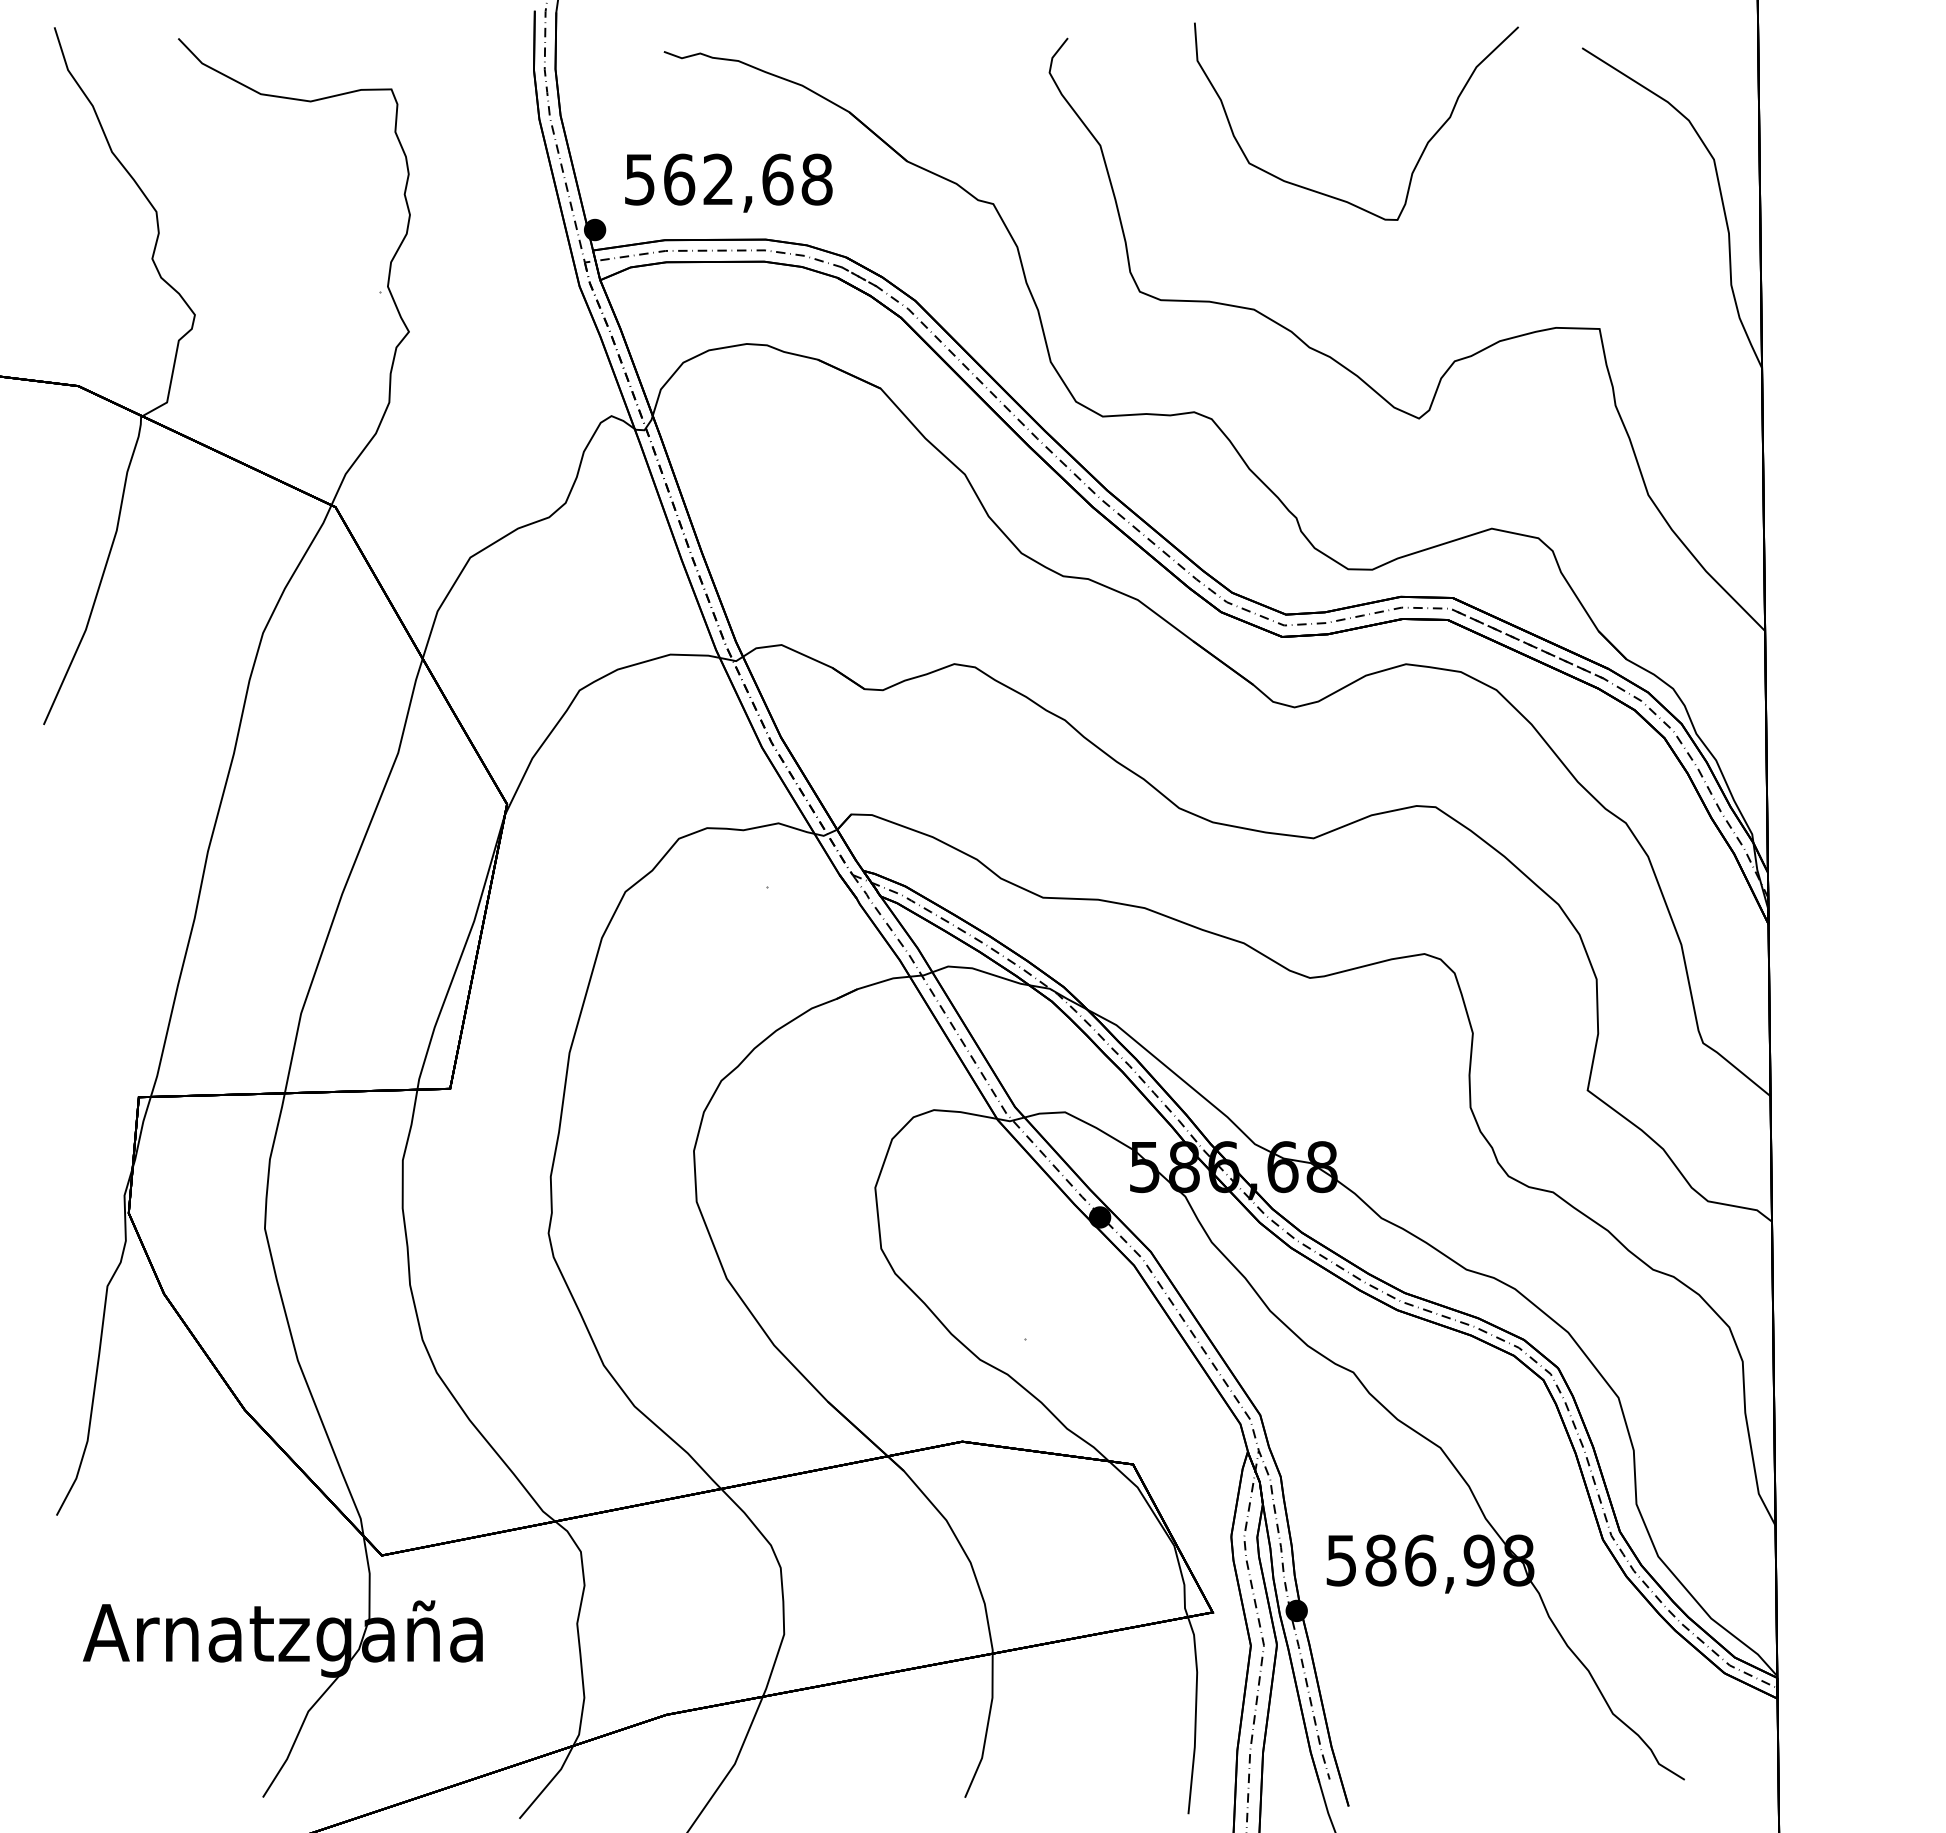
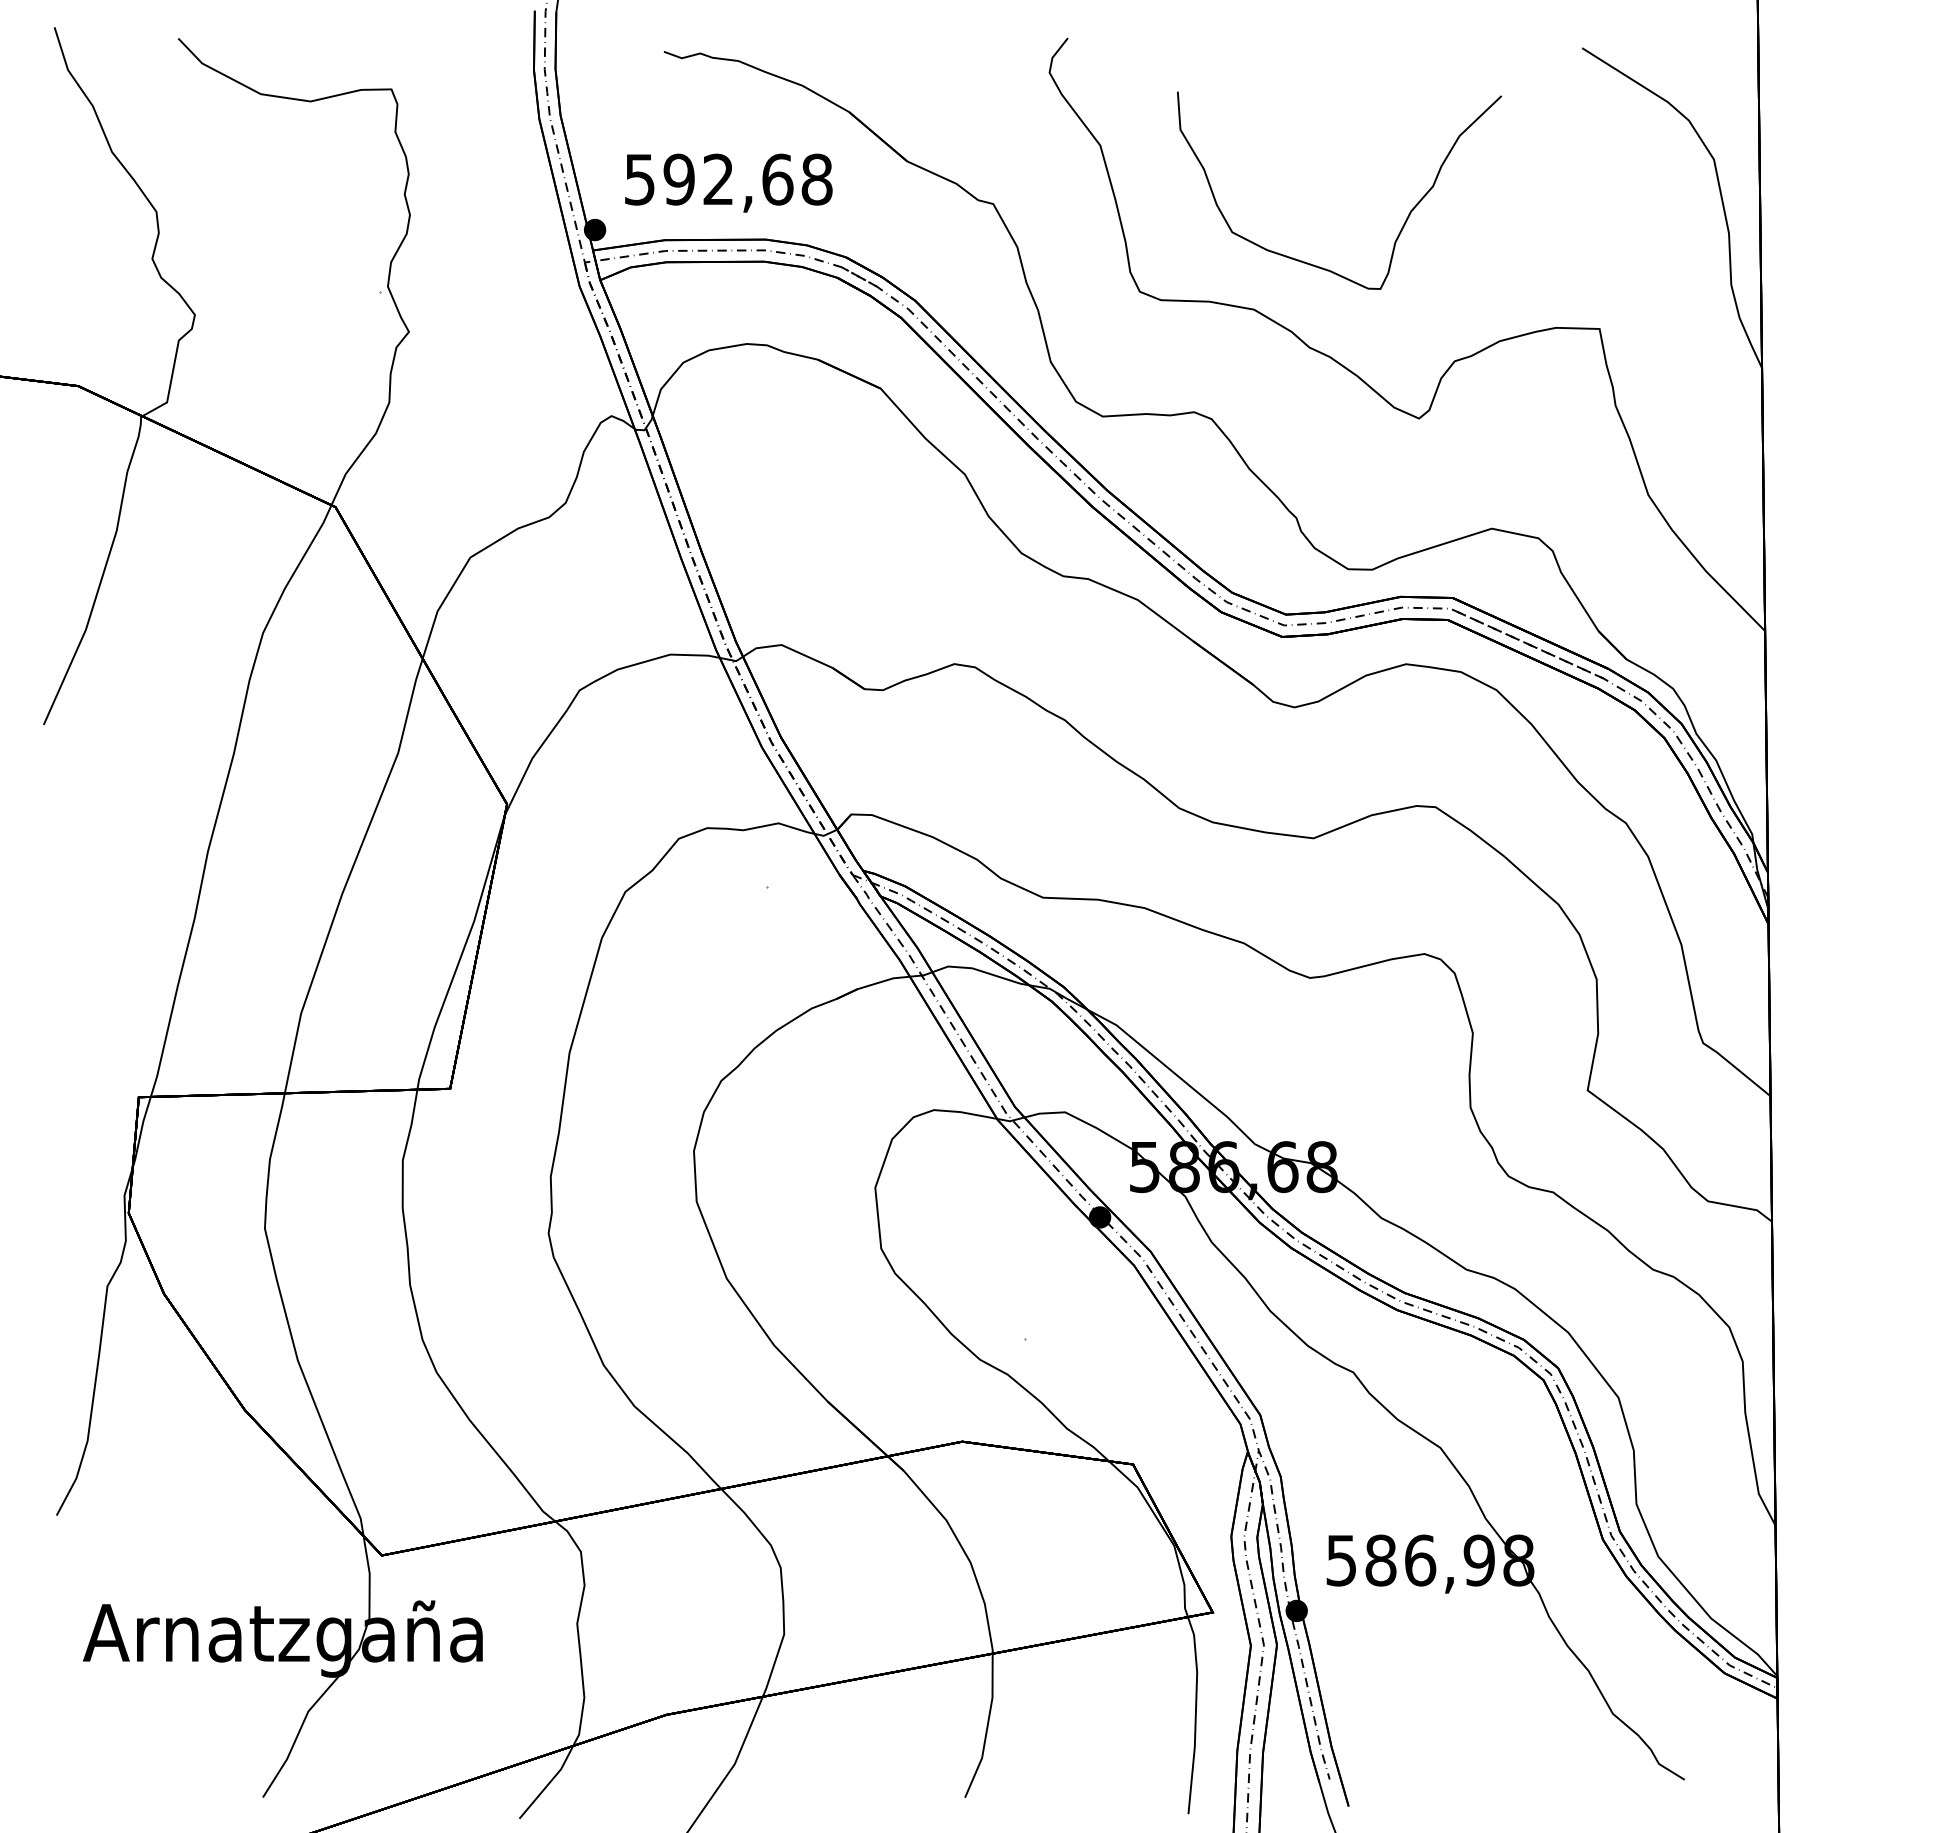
curve at (1421, 153) position: (1421, 153) -> (1404, 222)
text at (679, 179): 562,68 -> 592,68
